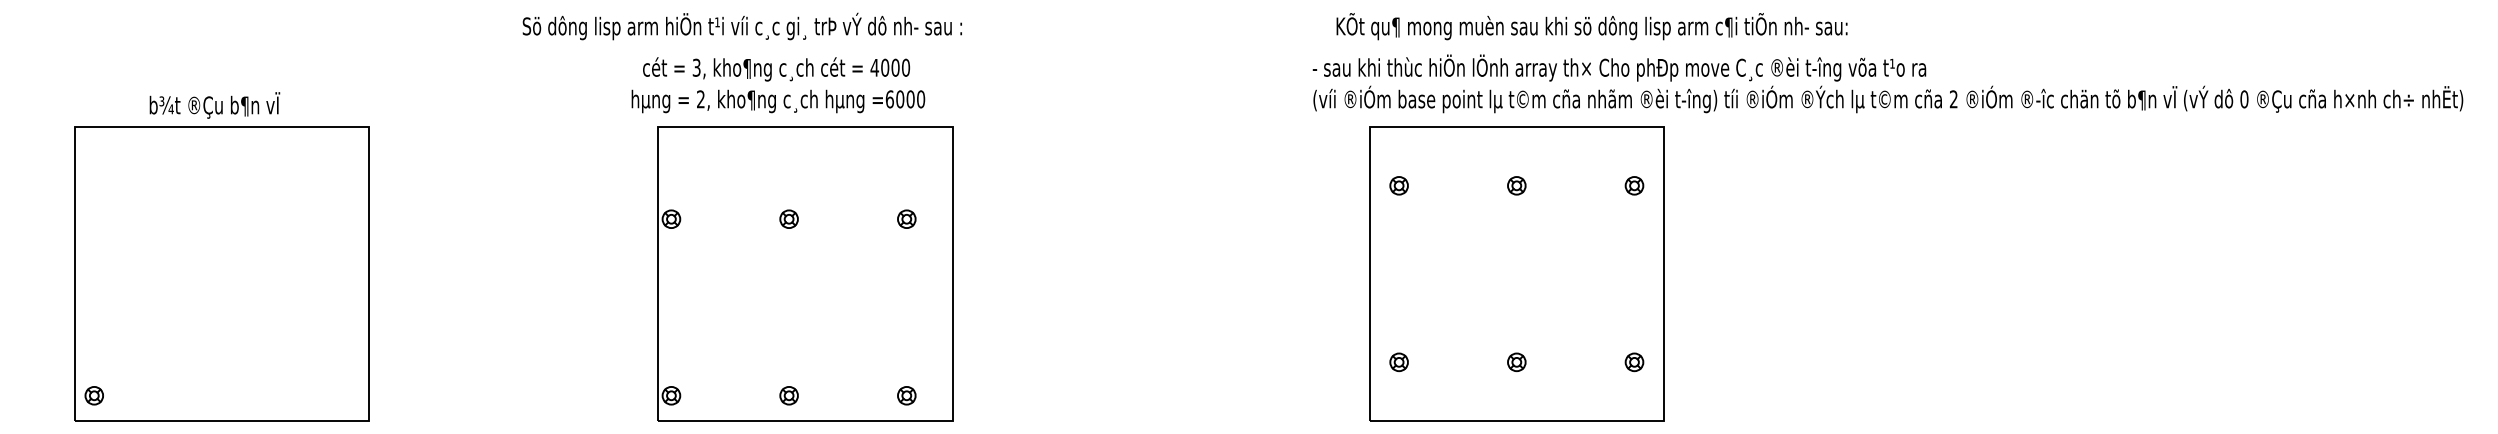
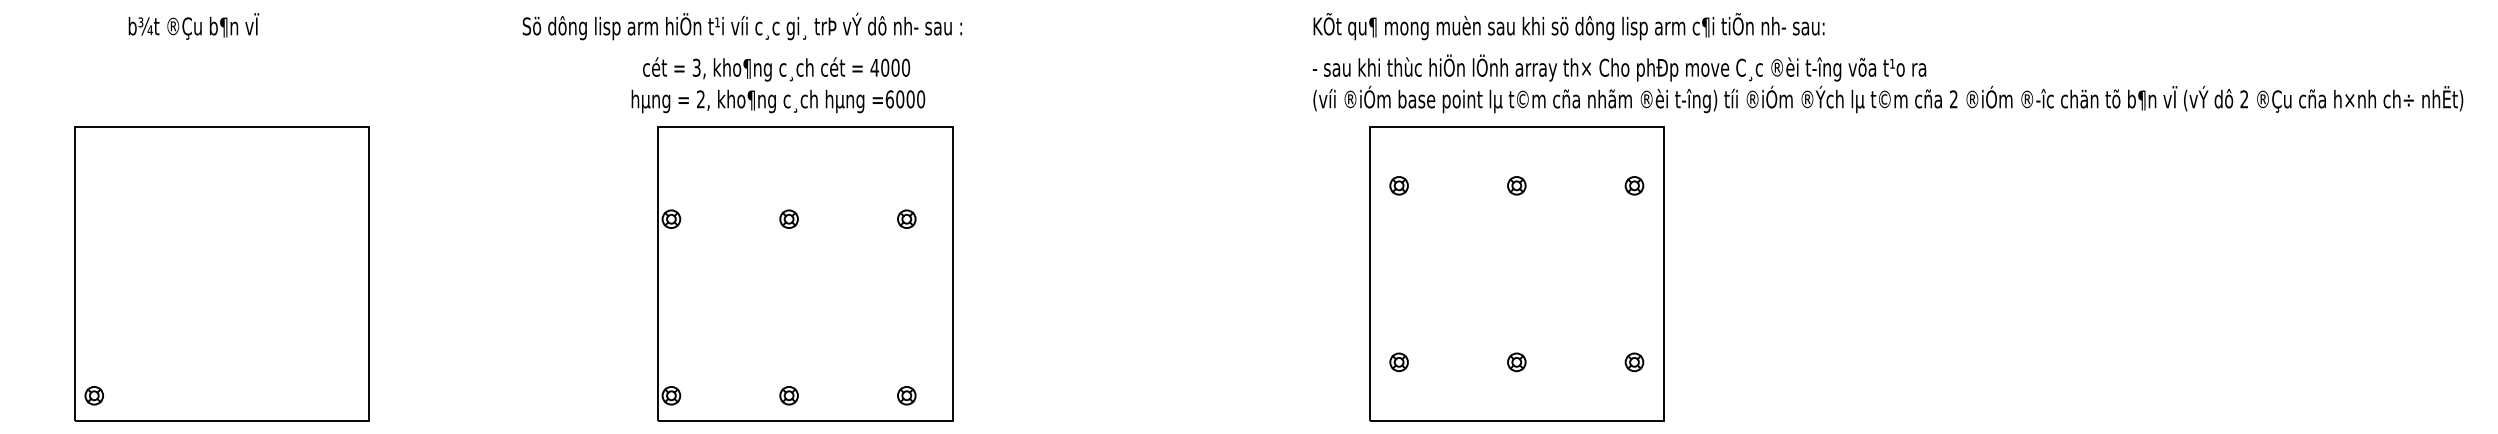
text at (1591, 26) position: (1591, 26) -> (1568, 26)
text at (2244, 99): 0 -> 2
text at (214, 105) position: (214, 105) -> (193, 26)
